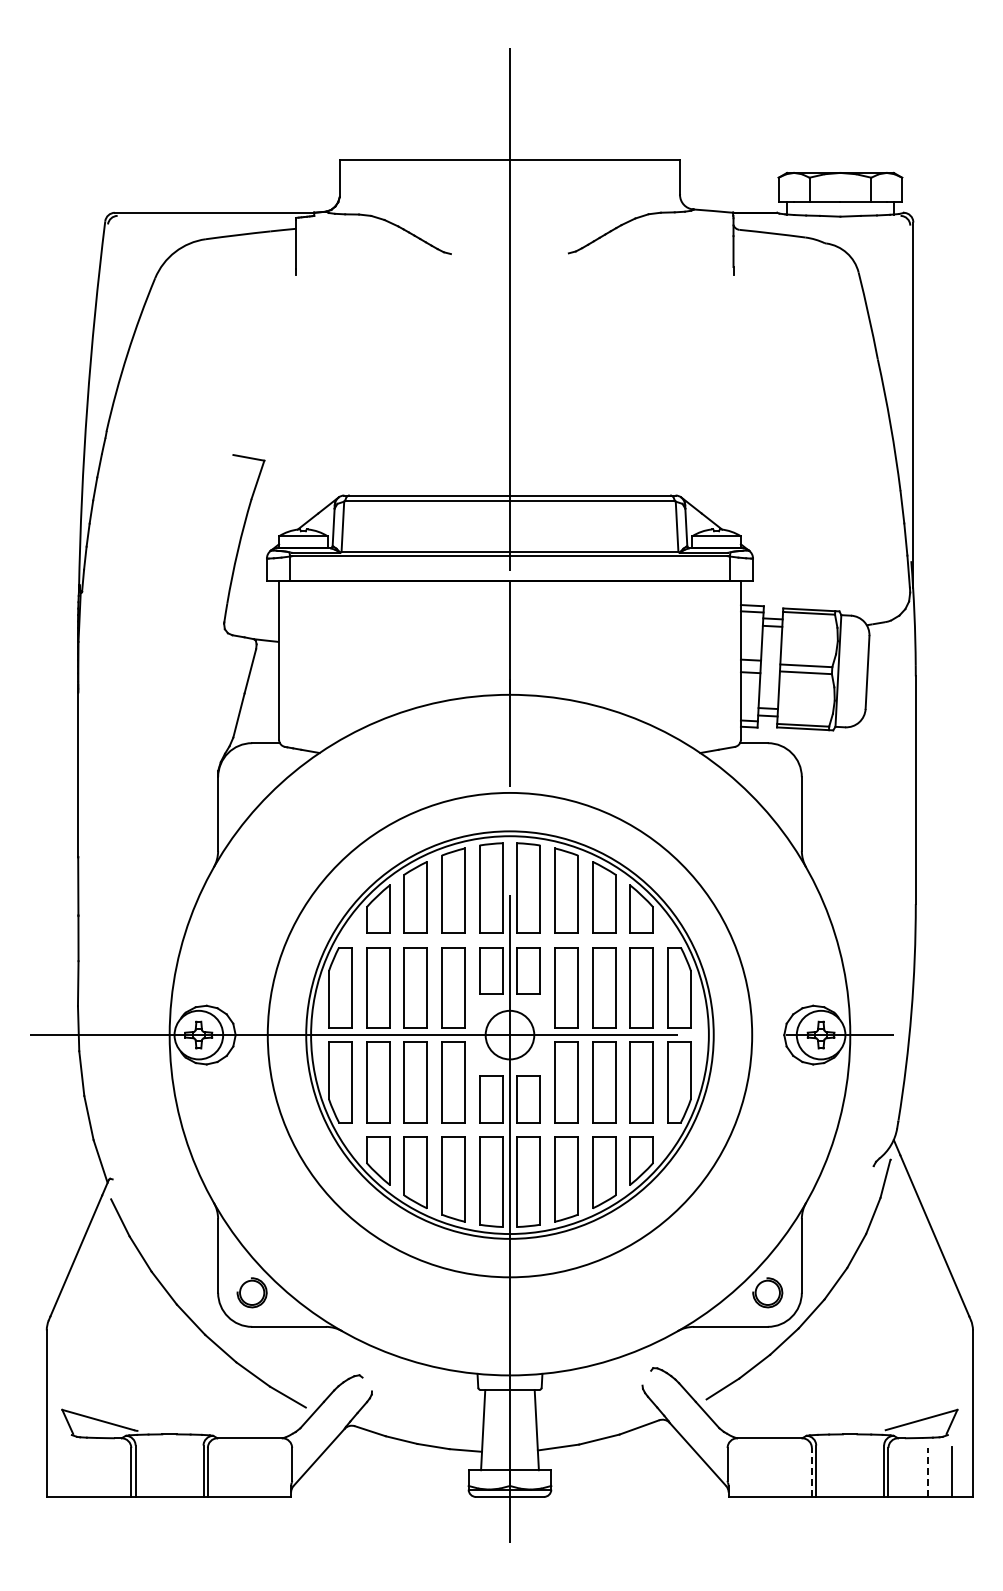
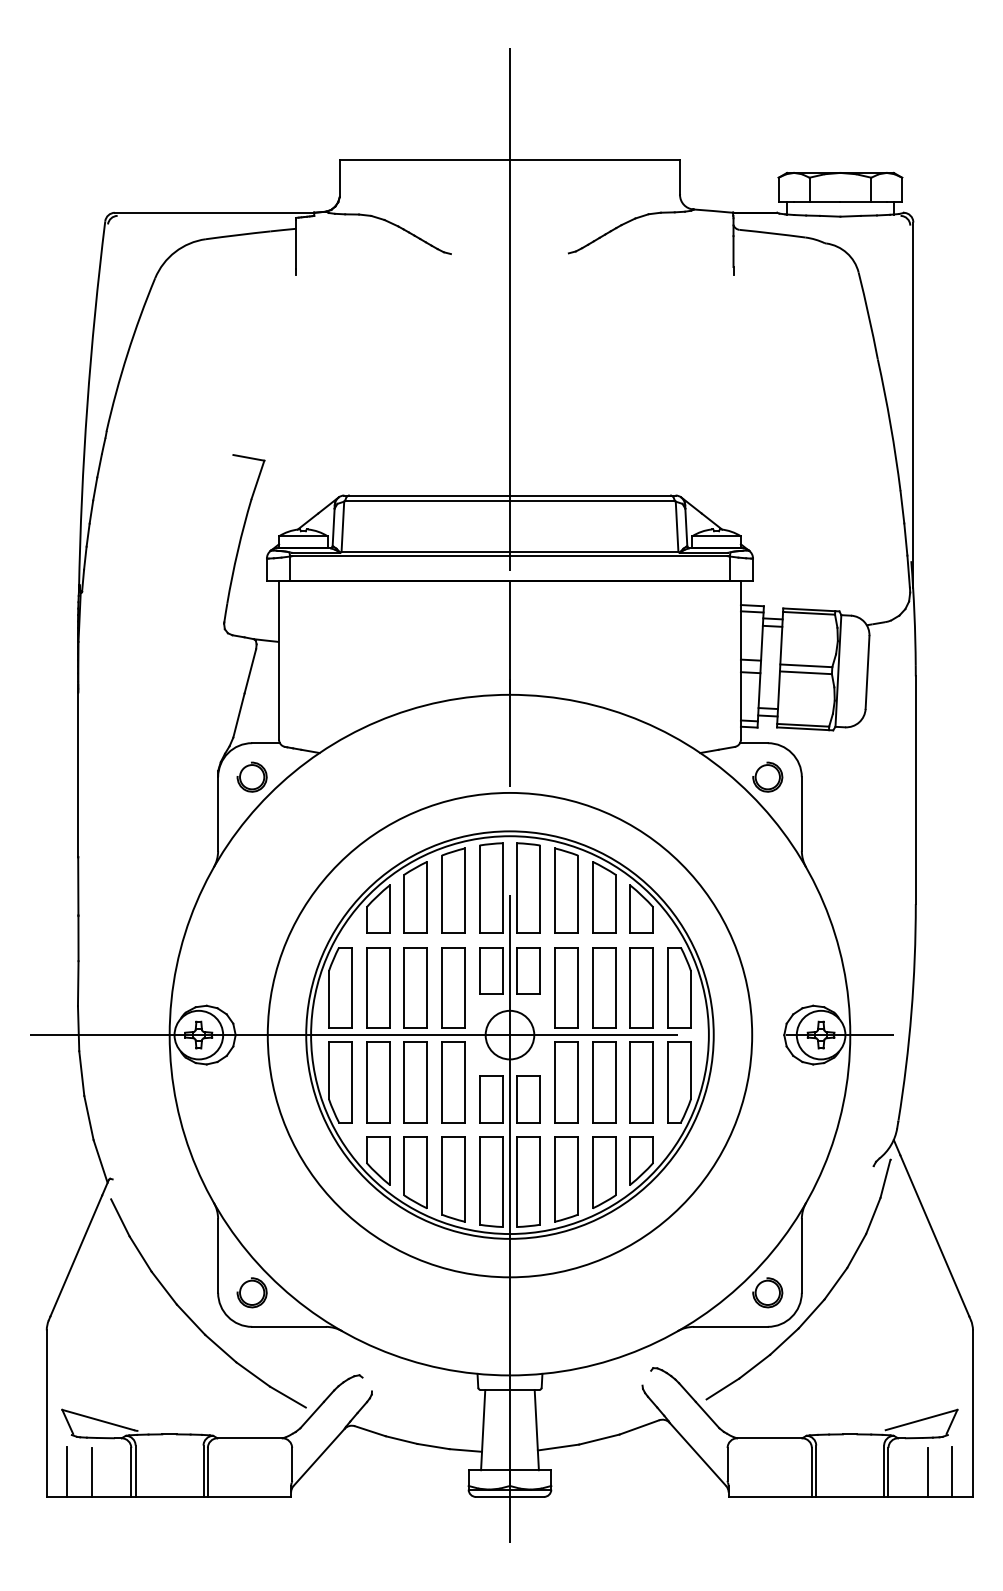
part at (251, 776): none -> present
part at (767, 776): none -> present
line at (67, 1471): none -> present
line at (91, 1471): none -> present
line at (811, 1471): dashed -> solid
line at (928, 1472): dashed -> solid
